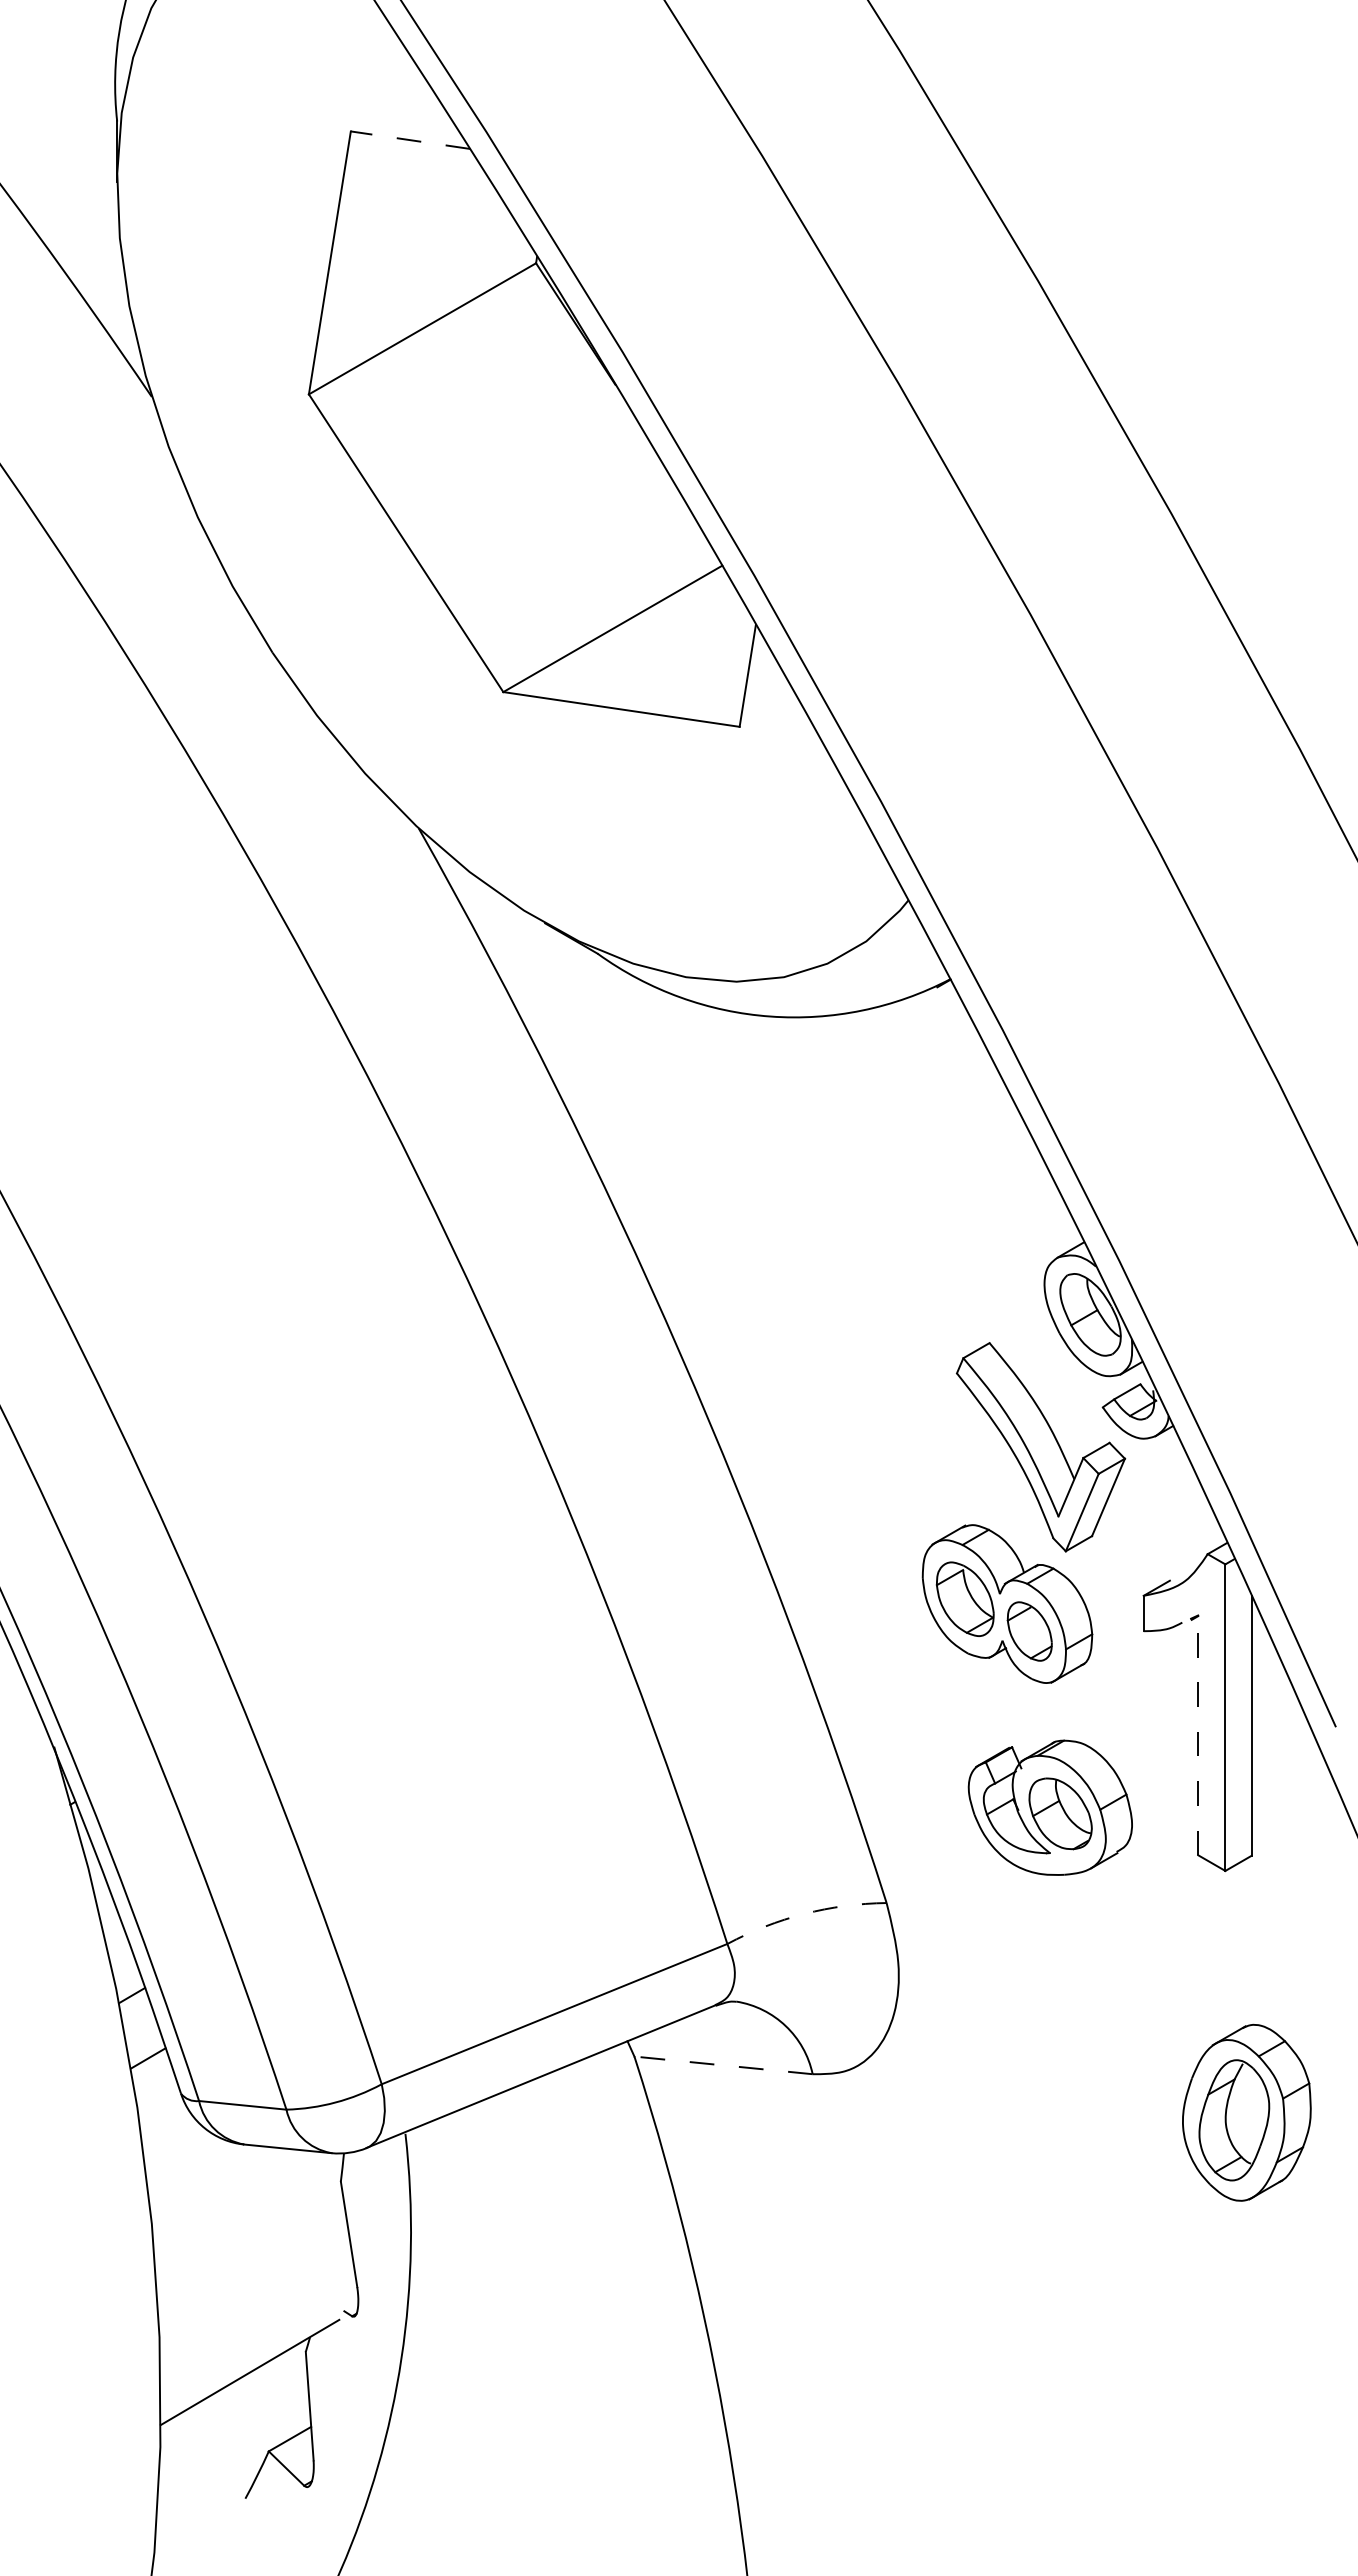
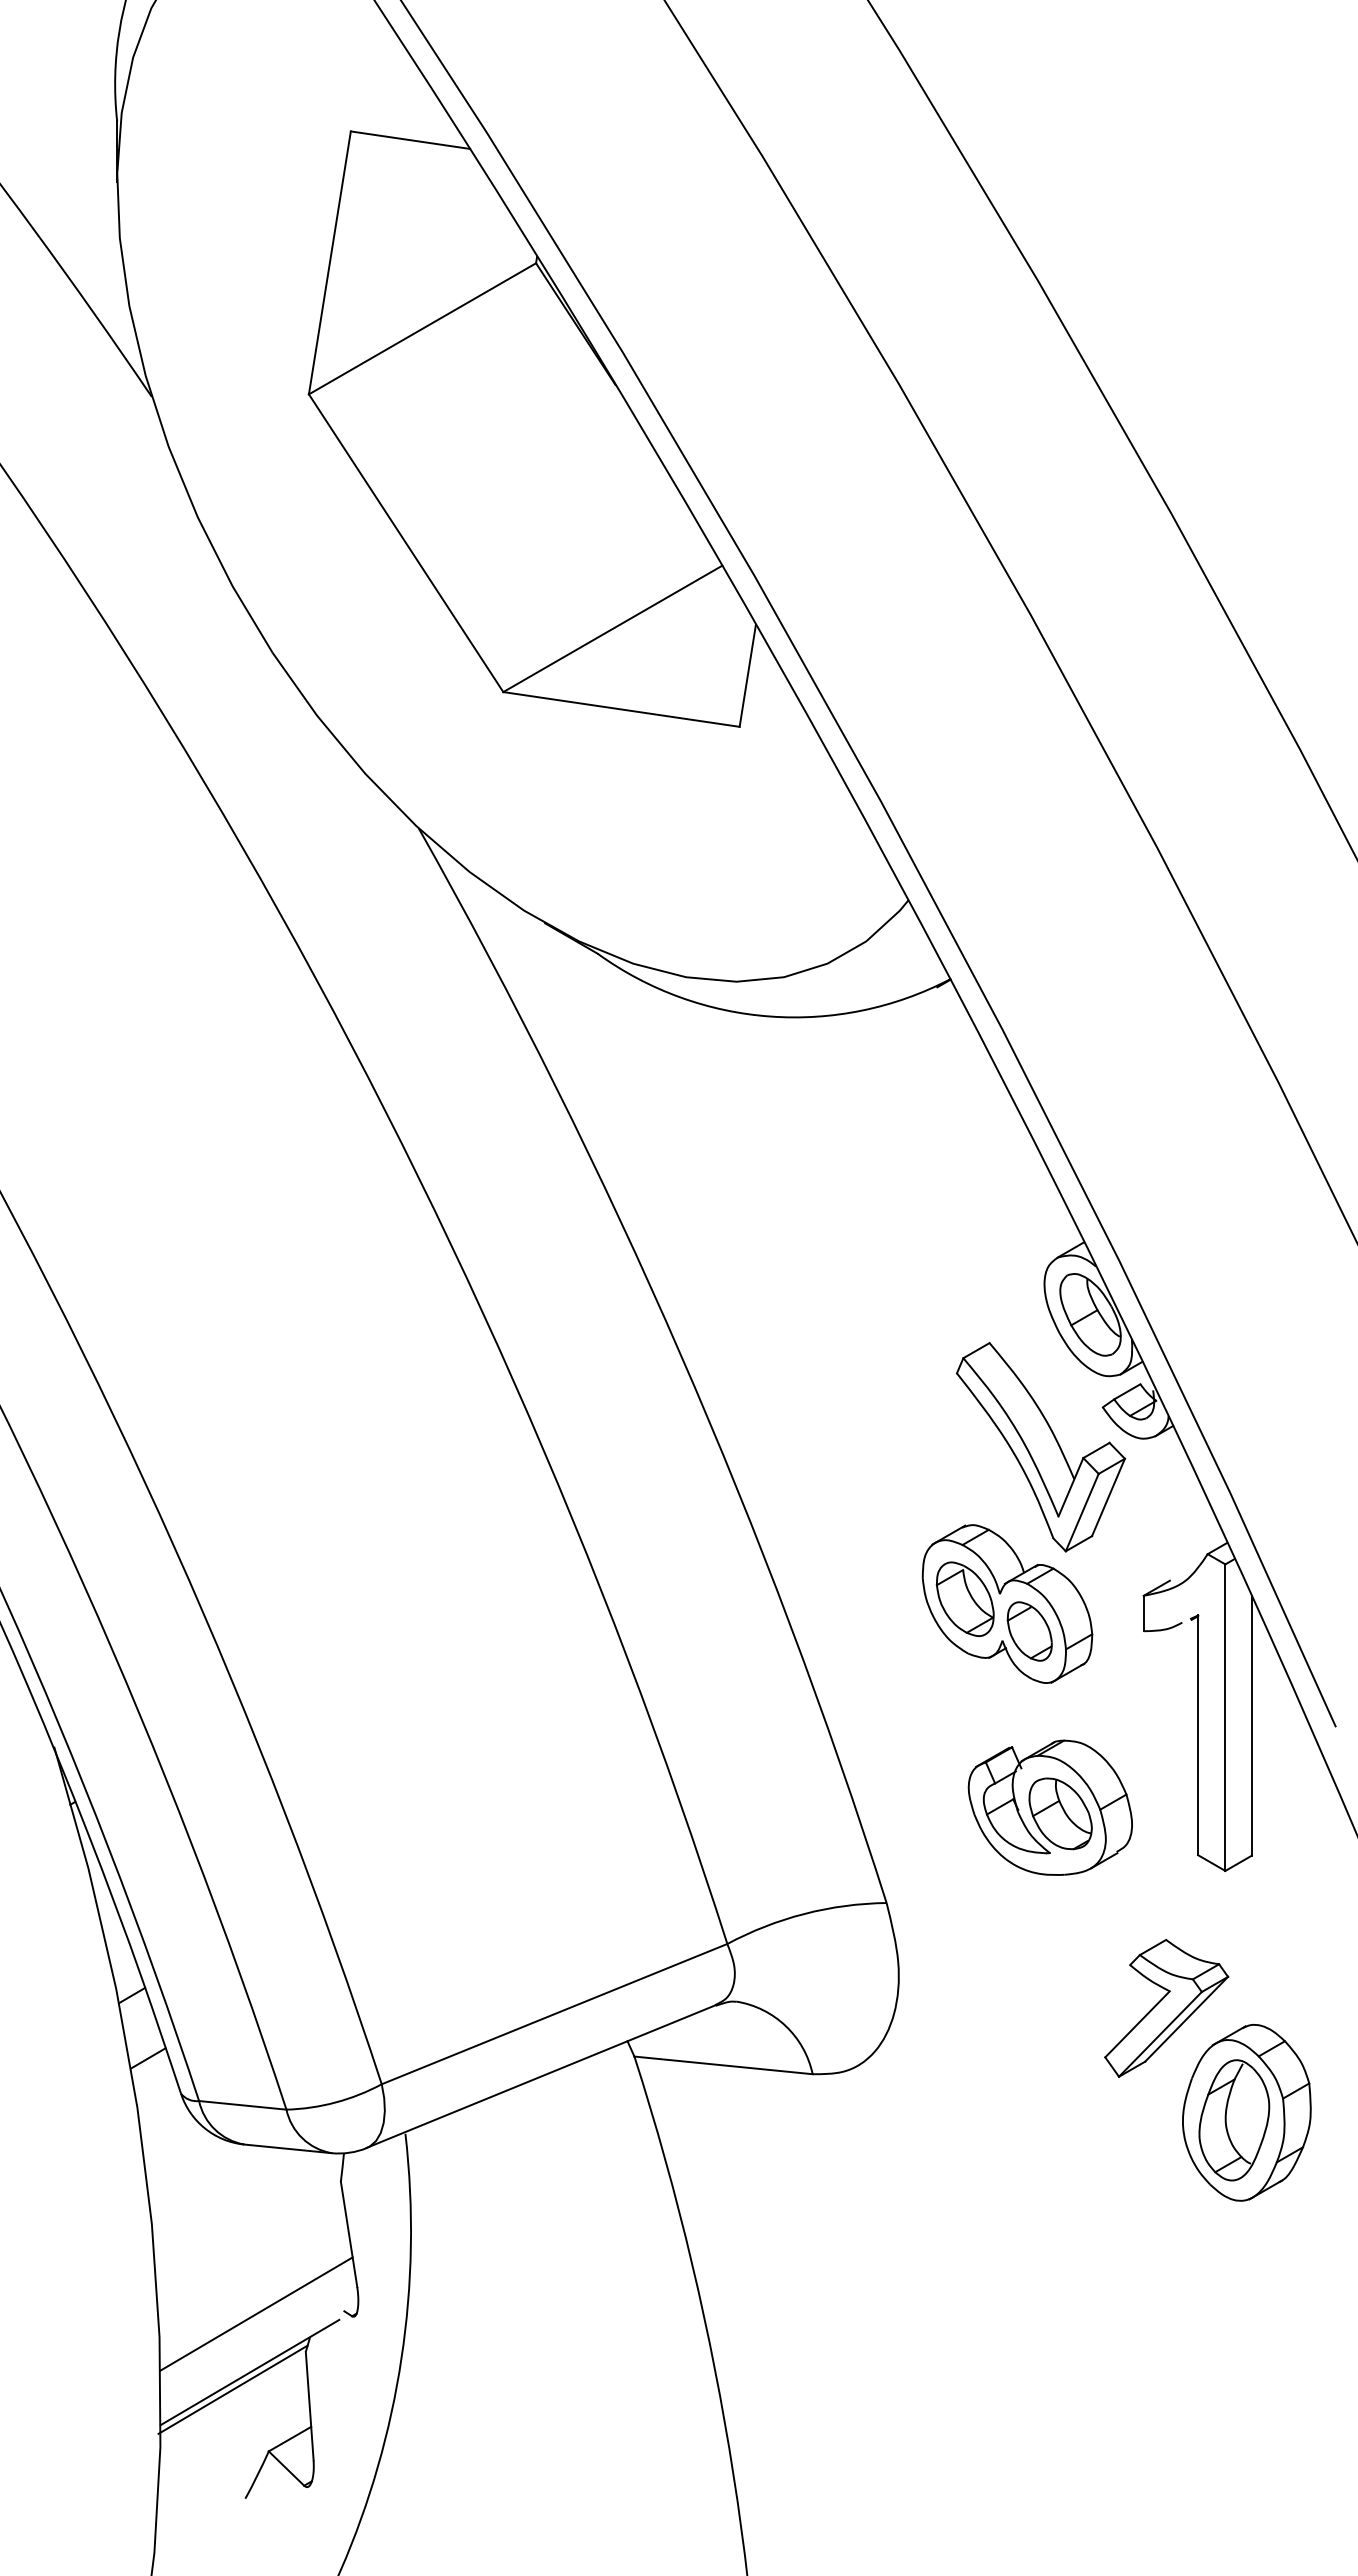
line at (409, 140): dashed -> solid
line at (1198, 1735): dashed -> solid
arc at (804, 1913): dashed -> solid
part at (1166, 2007): none -> present
line at (723, 2065): dashed -> solid
line at (256, 2313): none -> present
line at (232, 2389): none -> present
